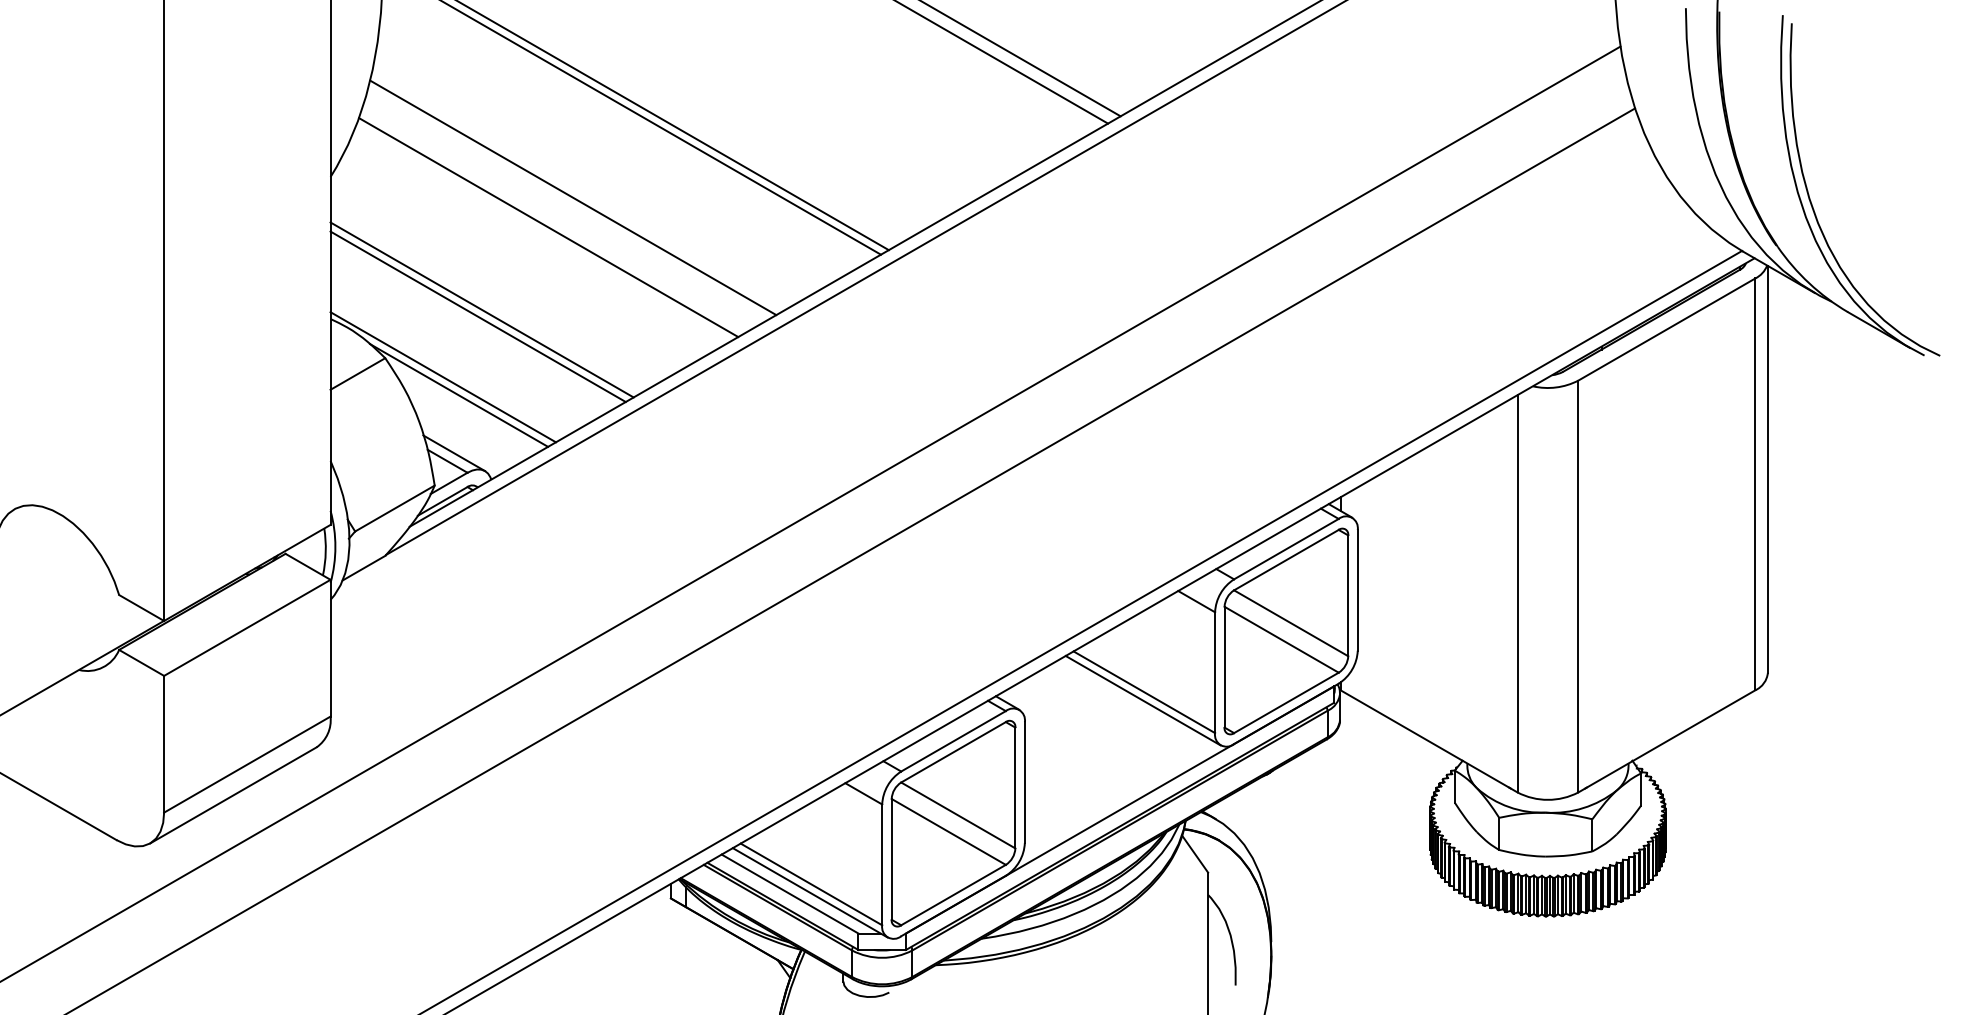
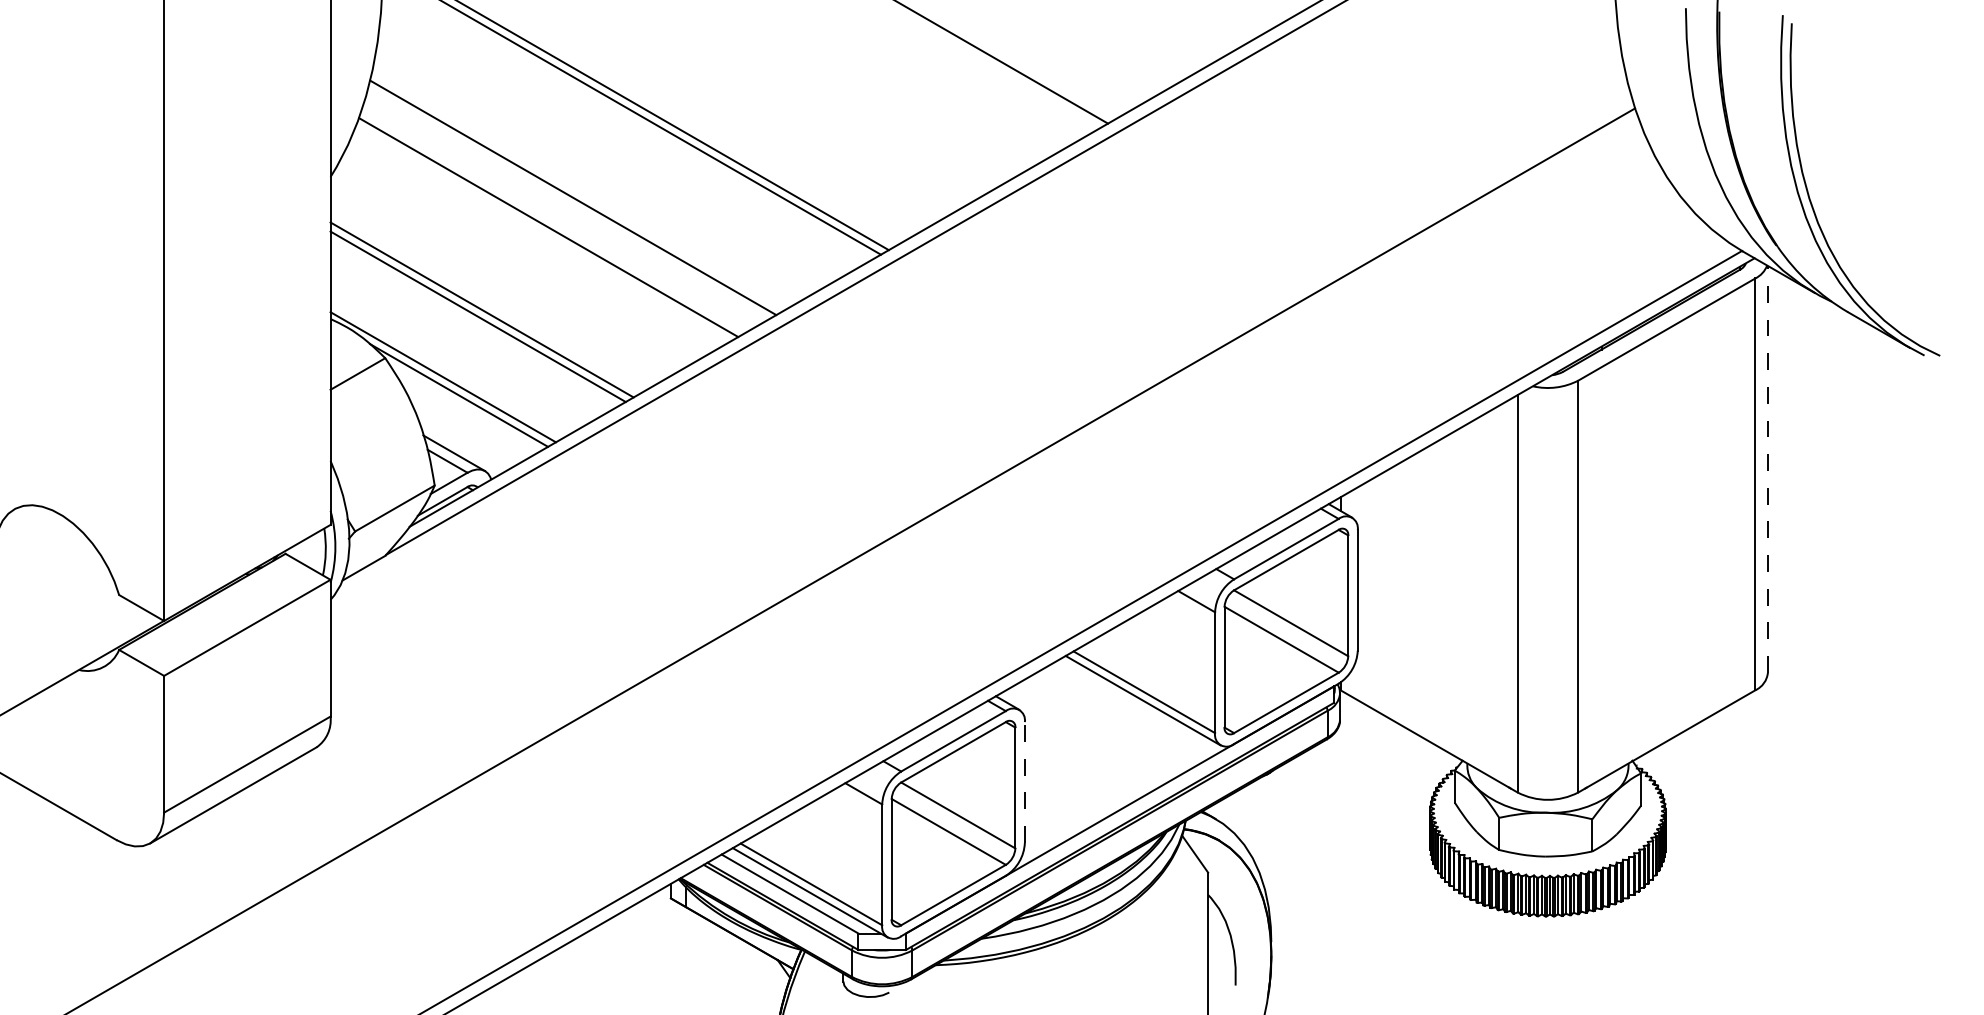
line at (1021, 59): present -> none
line at (1767, 468): solid -> dashed
line at (811, 513): present -> none
line at (1024, 782): solid -> dashed
